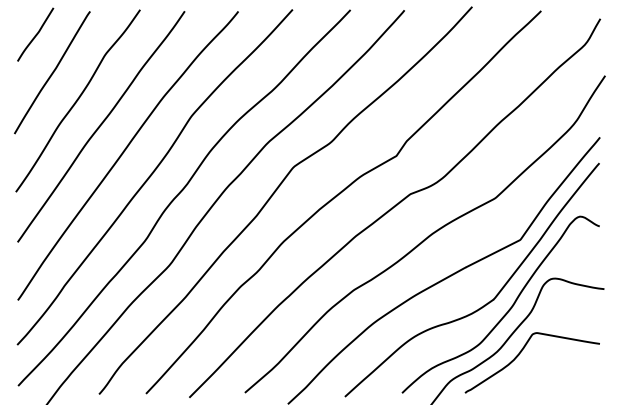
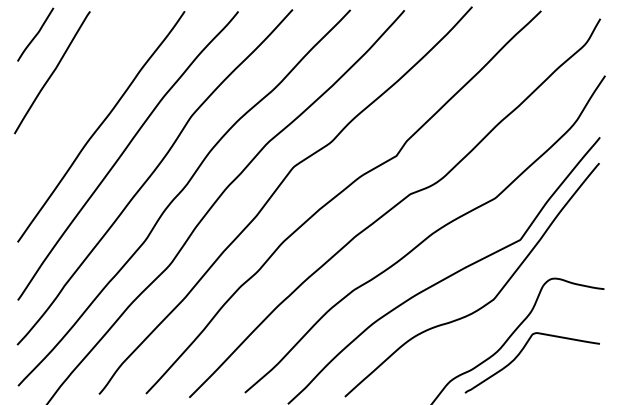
curve at (77, 100): present -> none
curve at (508, 309): present -> none
